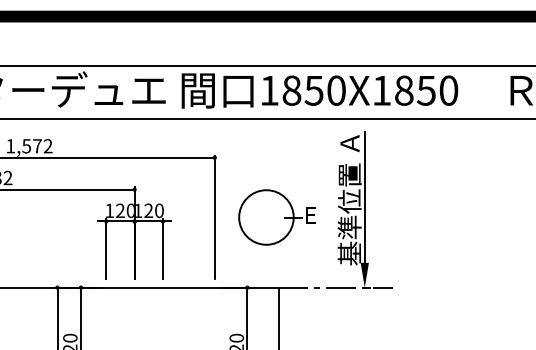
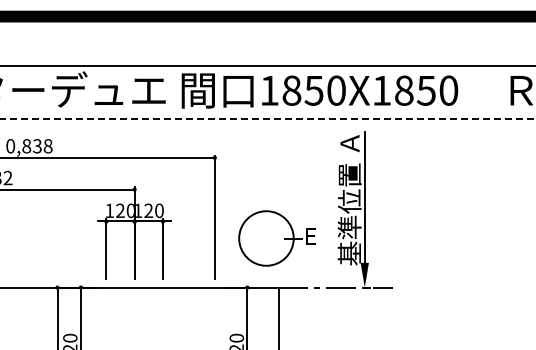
line at (268, 119): solid -> dashed
text at (29, 146): 1,572 -> 0,838
part at (276, 217) position: (276, 217) -> (276, 238)
